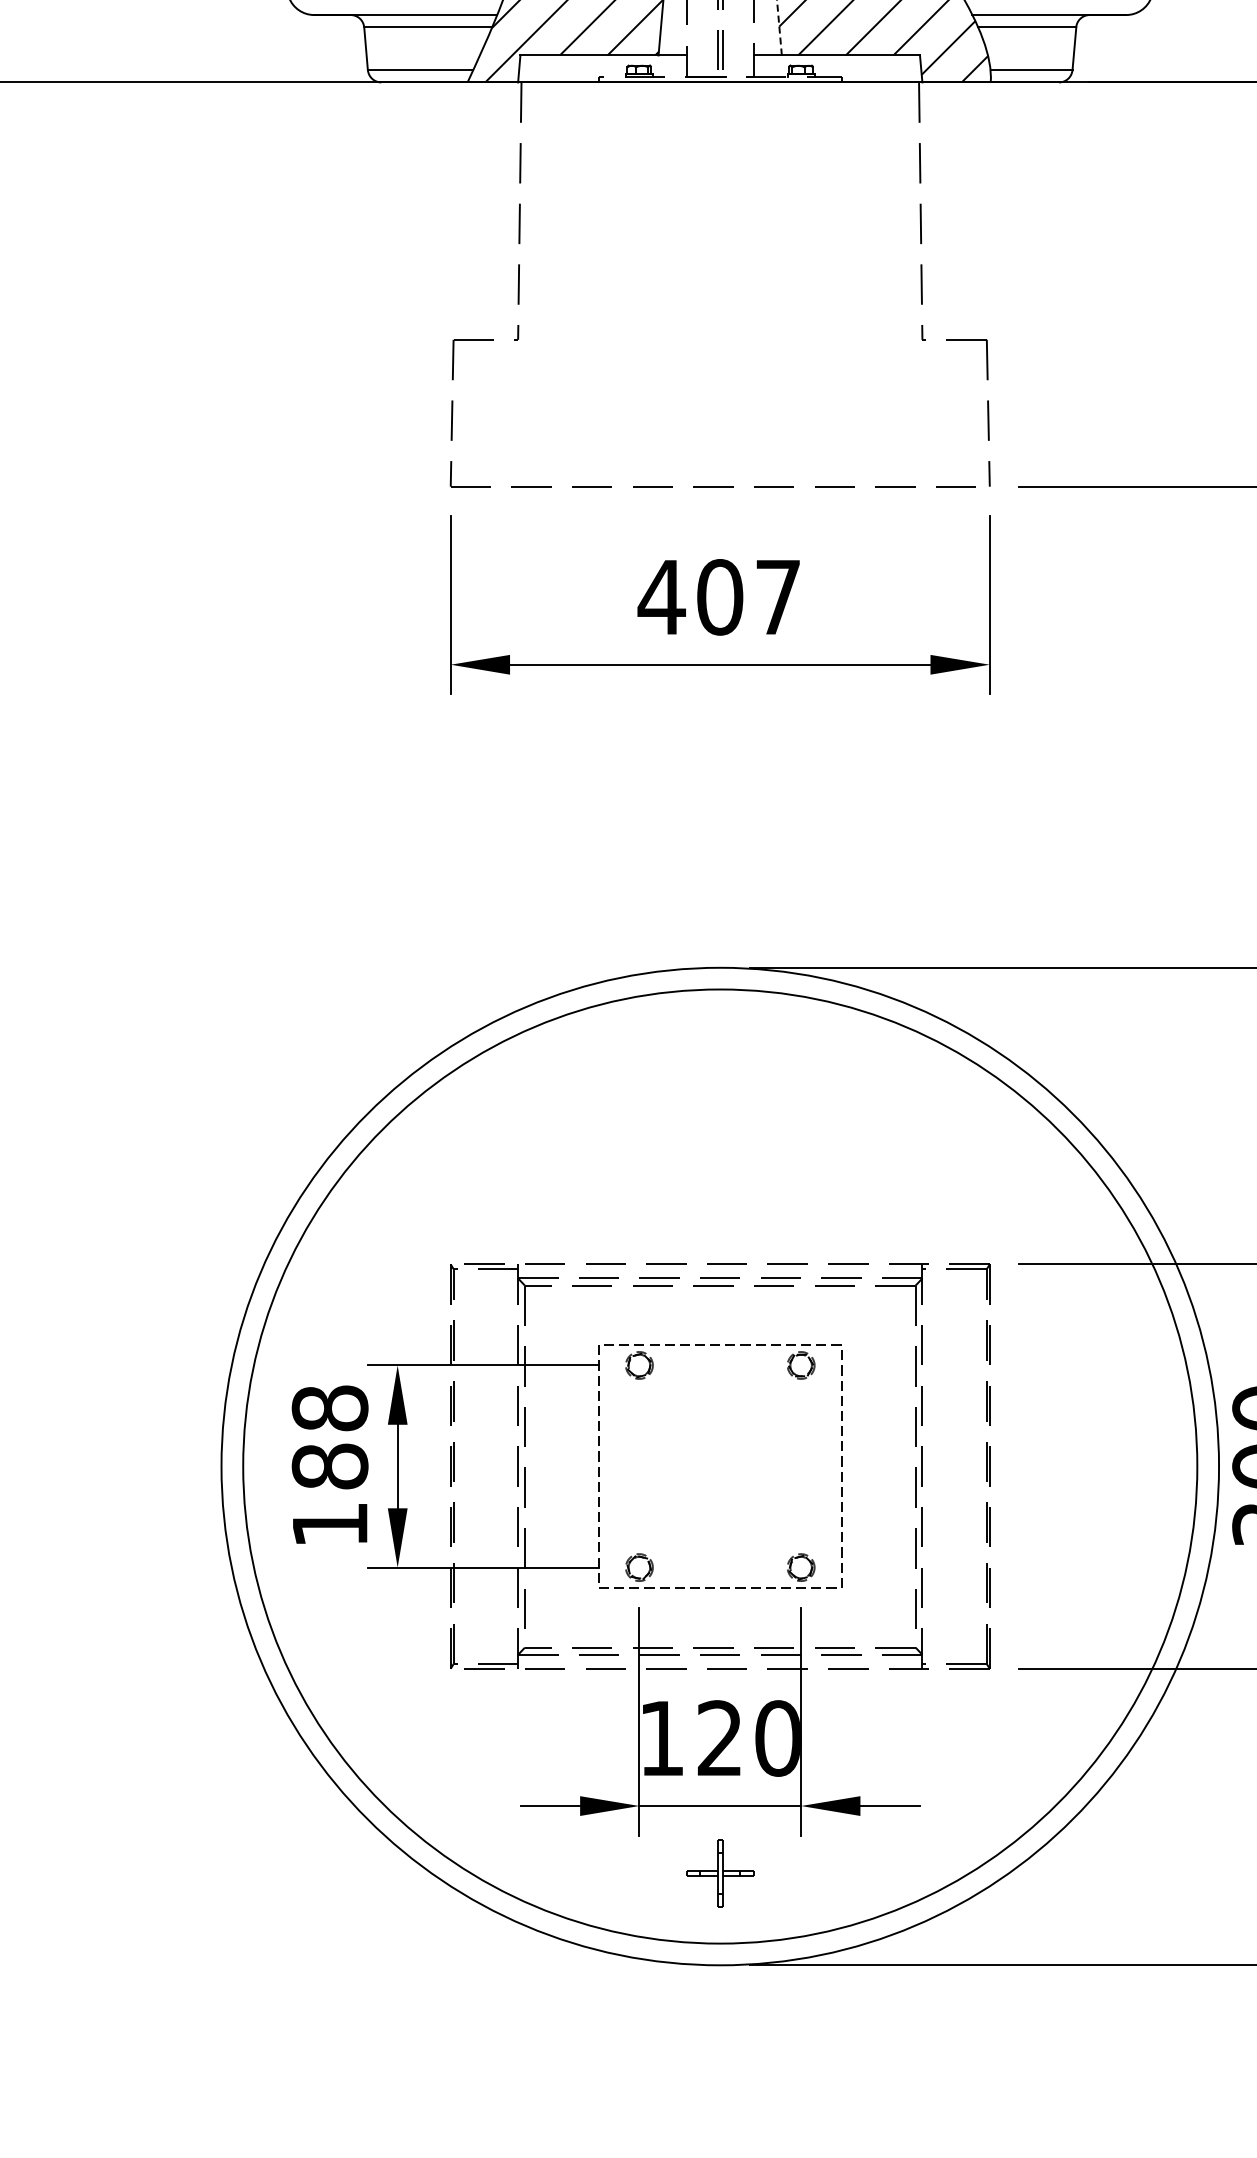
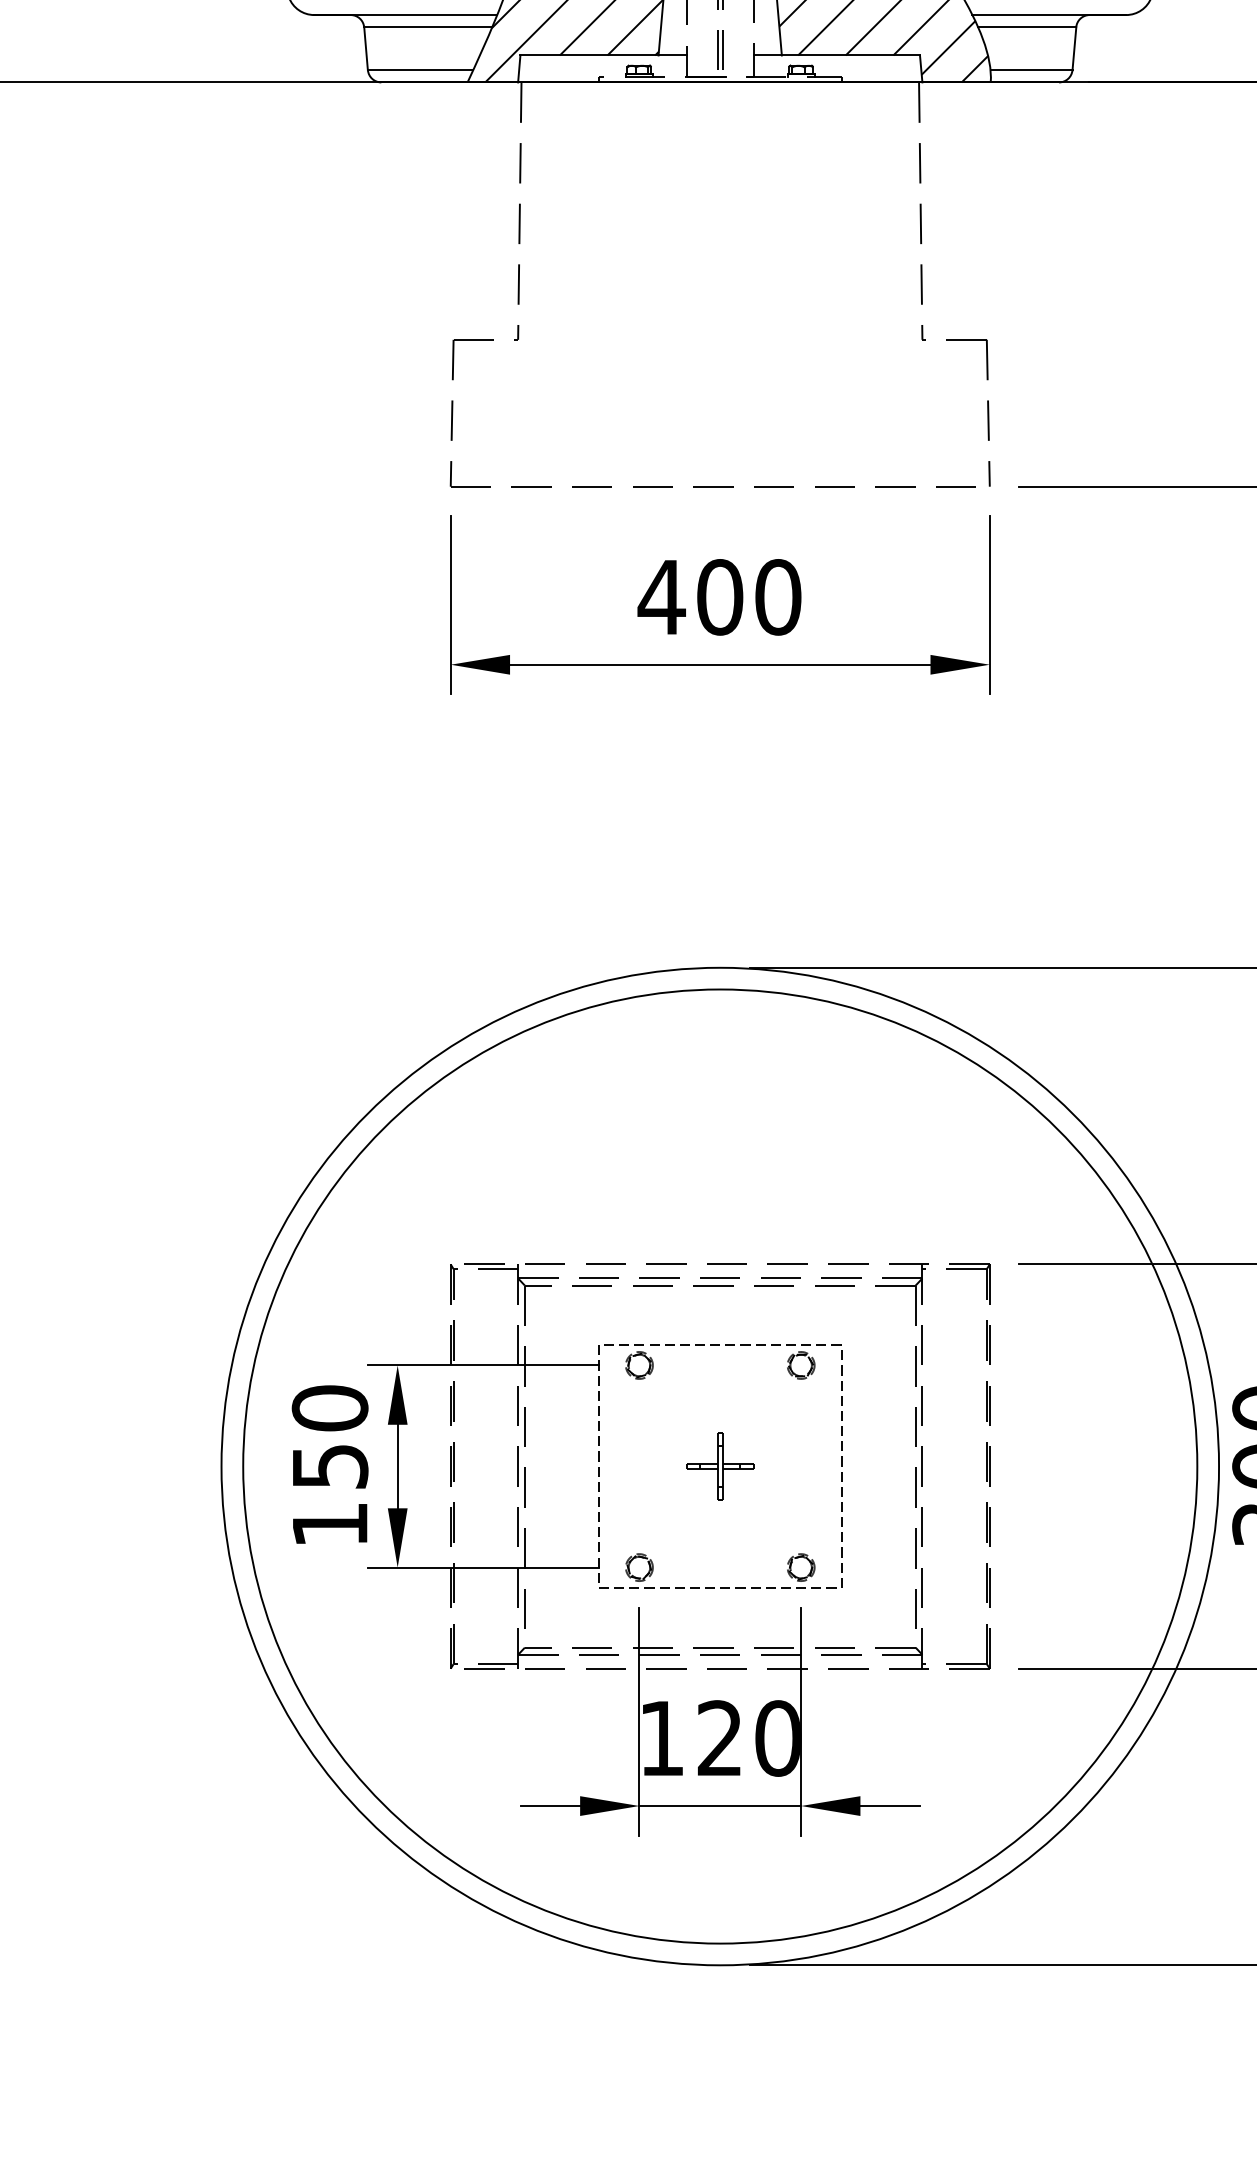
line at (779, 27): dashed -> solid
text at (778, 597): 407 -> 400
text at (329, 1437): 188 -> 150
part at (720, 1873) position: (720, 1873) -> (720, 1466)
